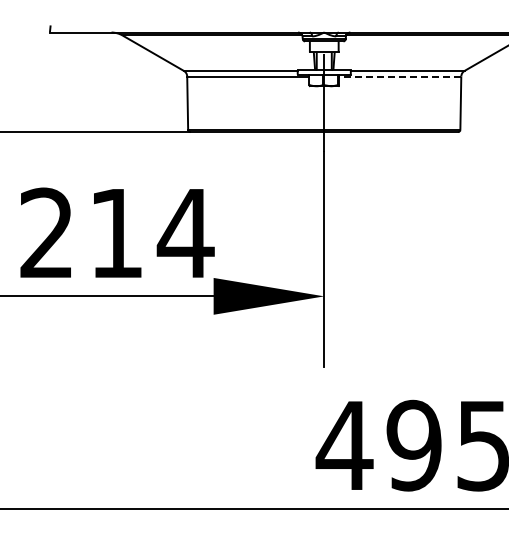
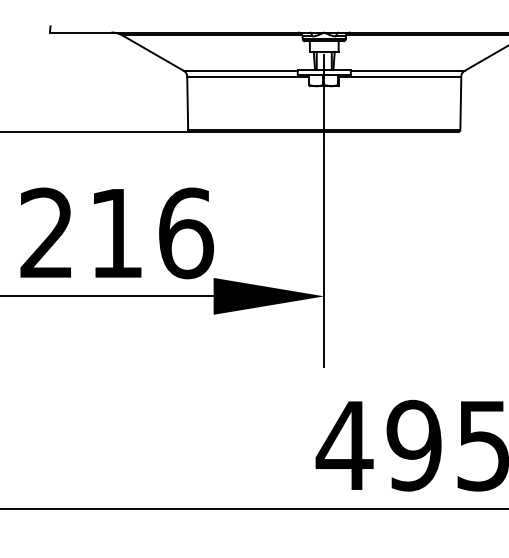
line at (399, 76): dashed -> solid
text at (185, 233): 214 -> 216
